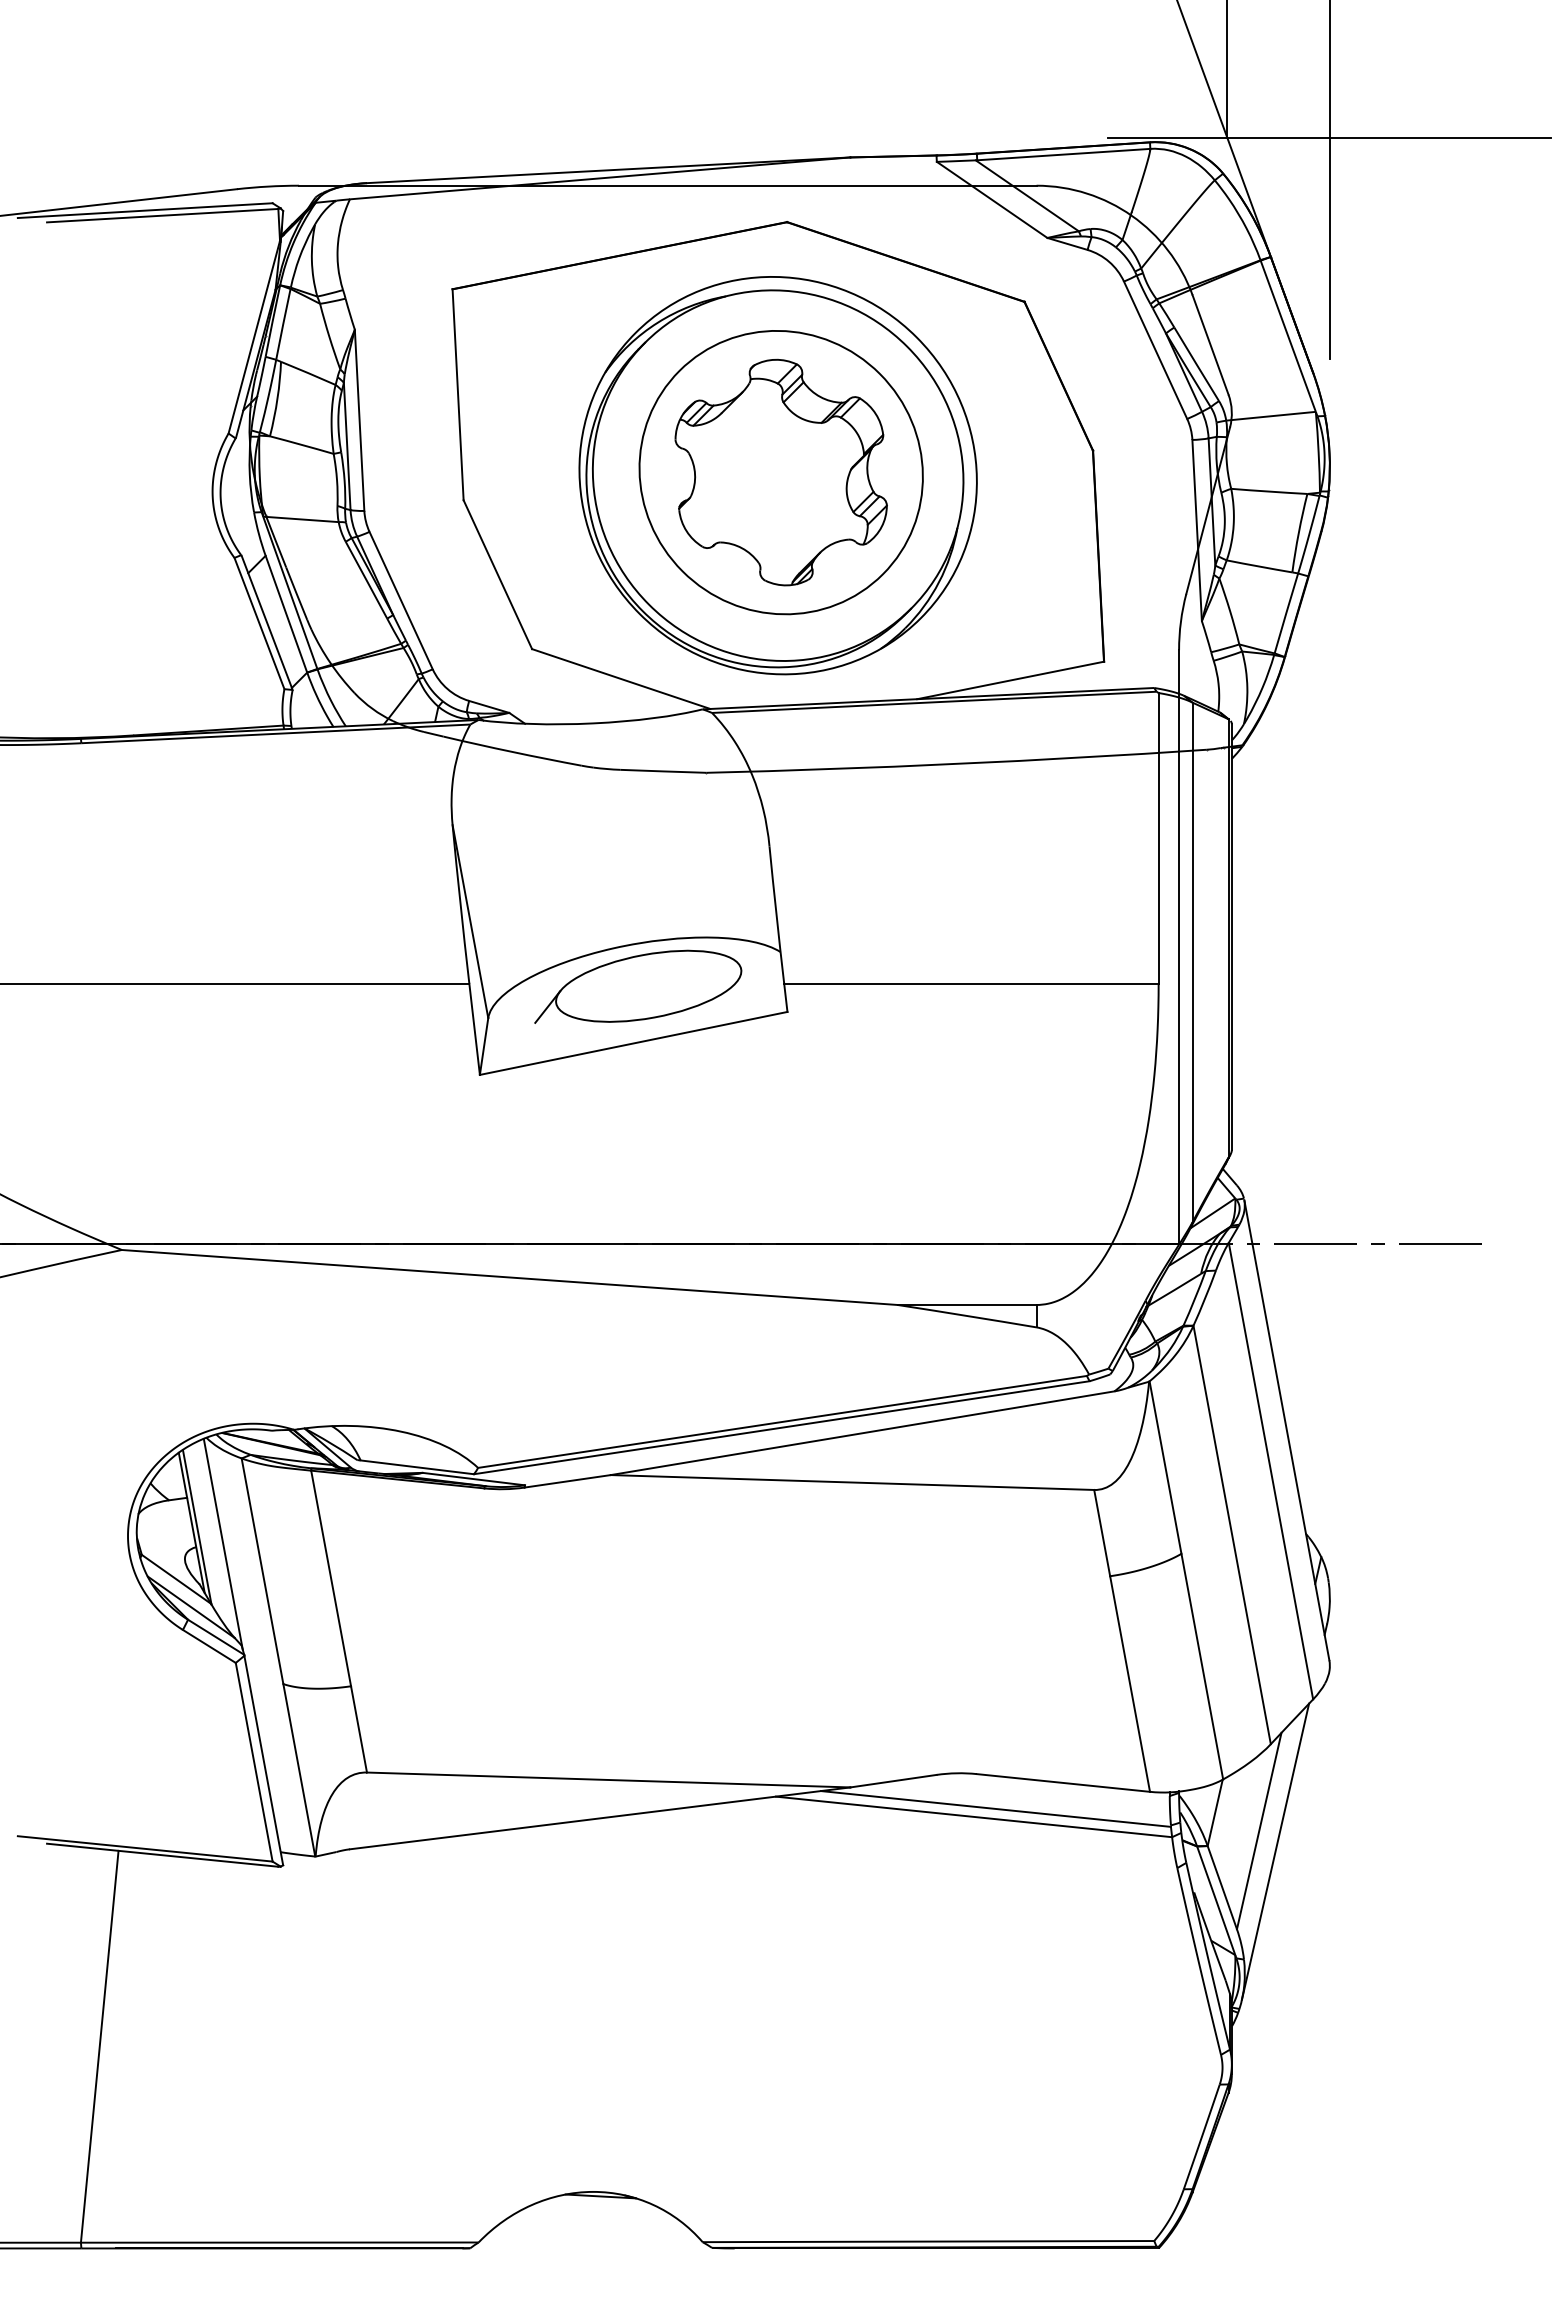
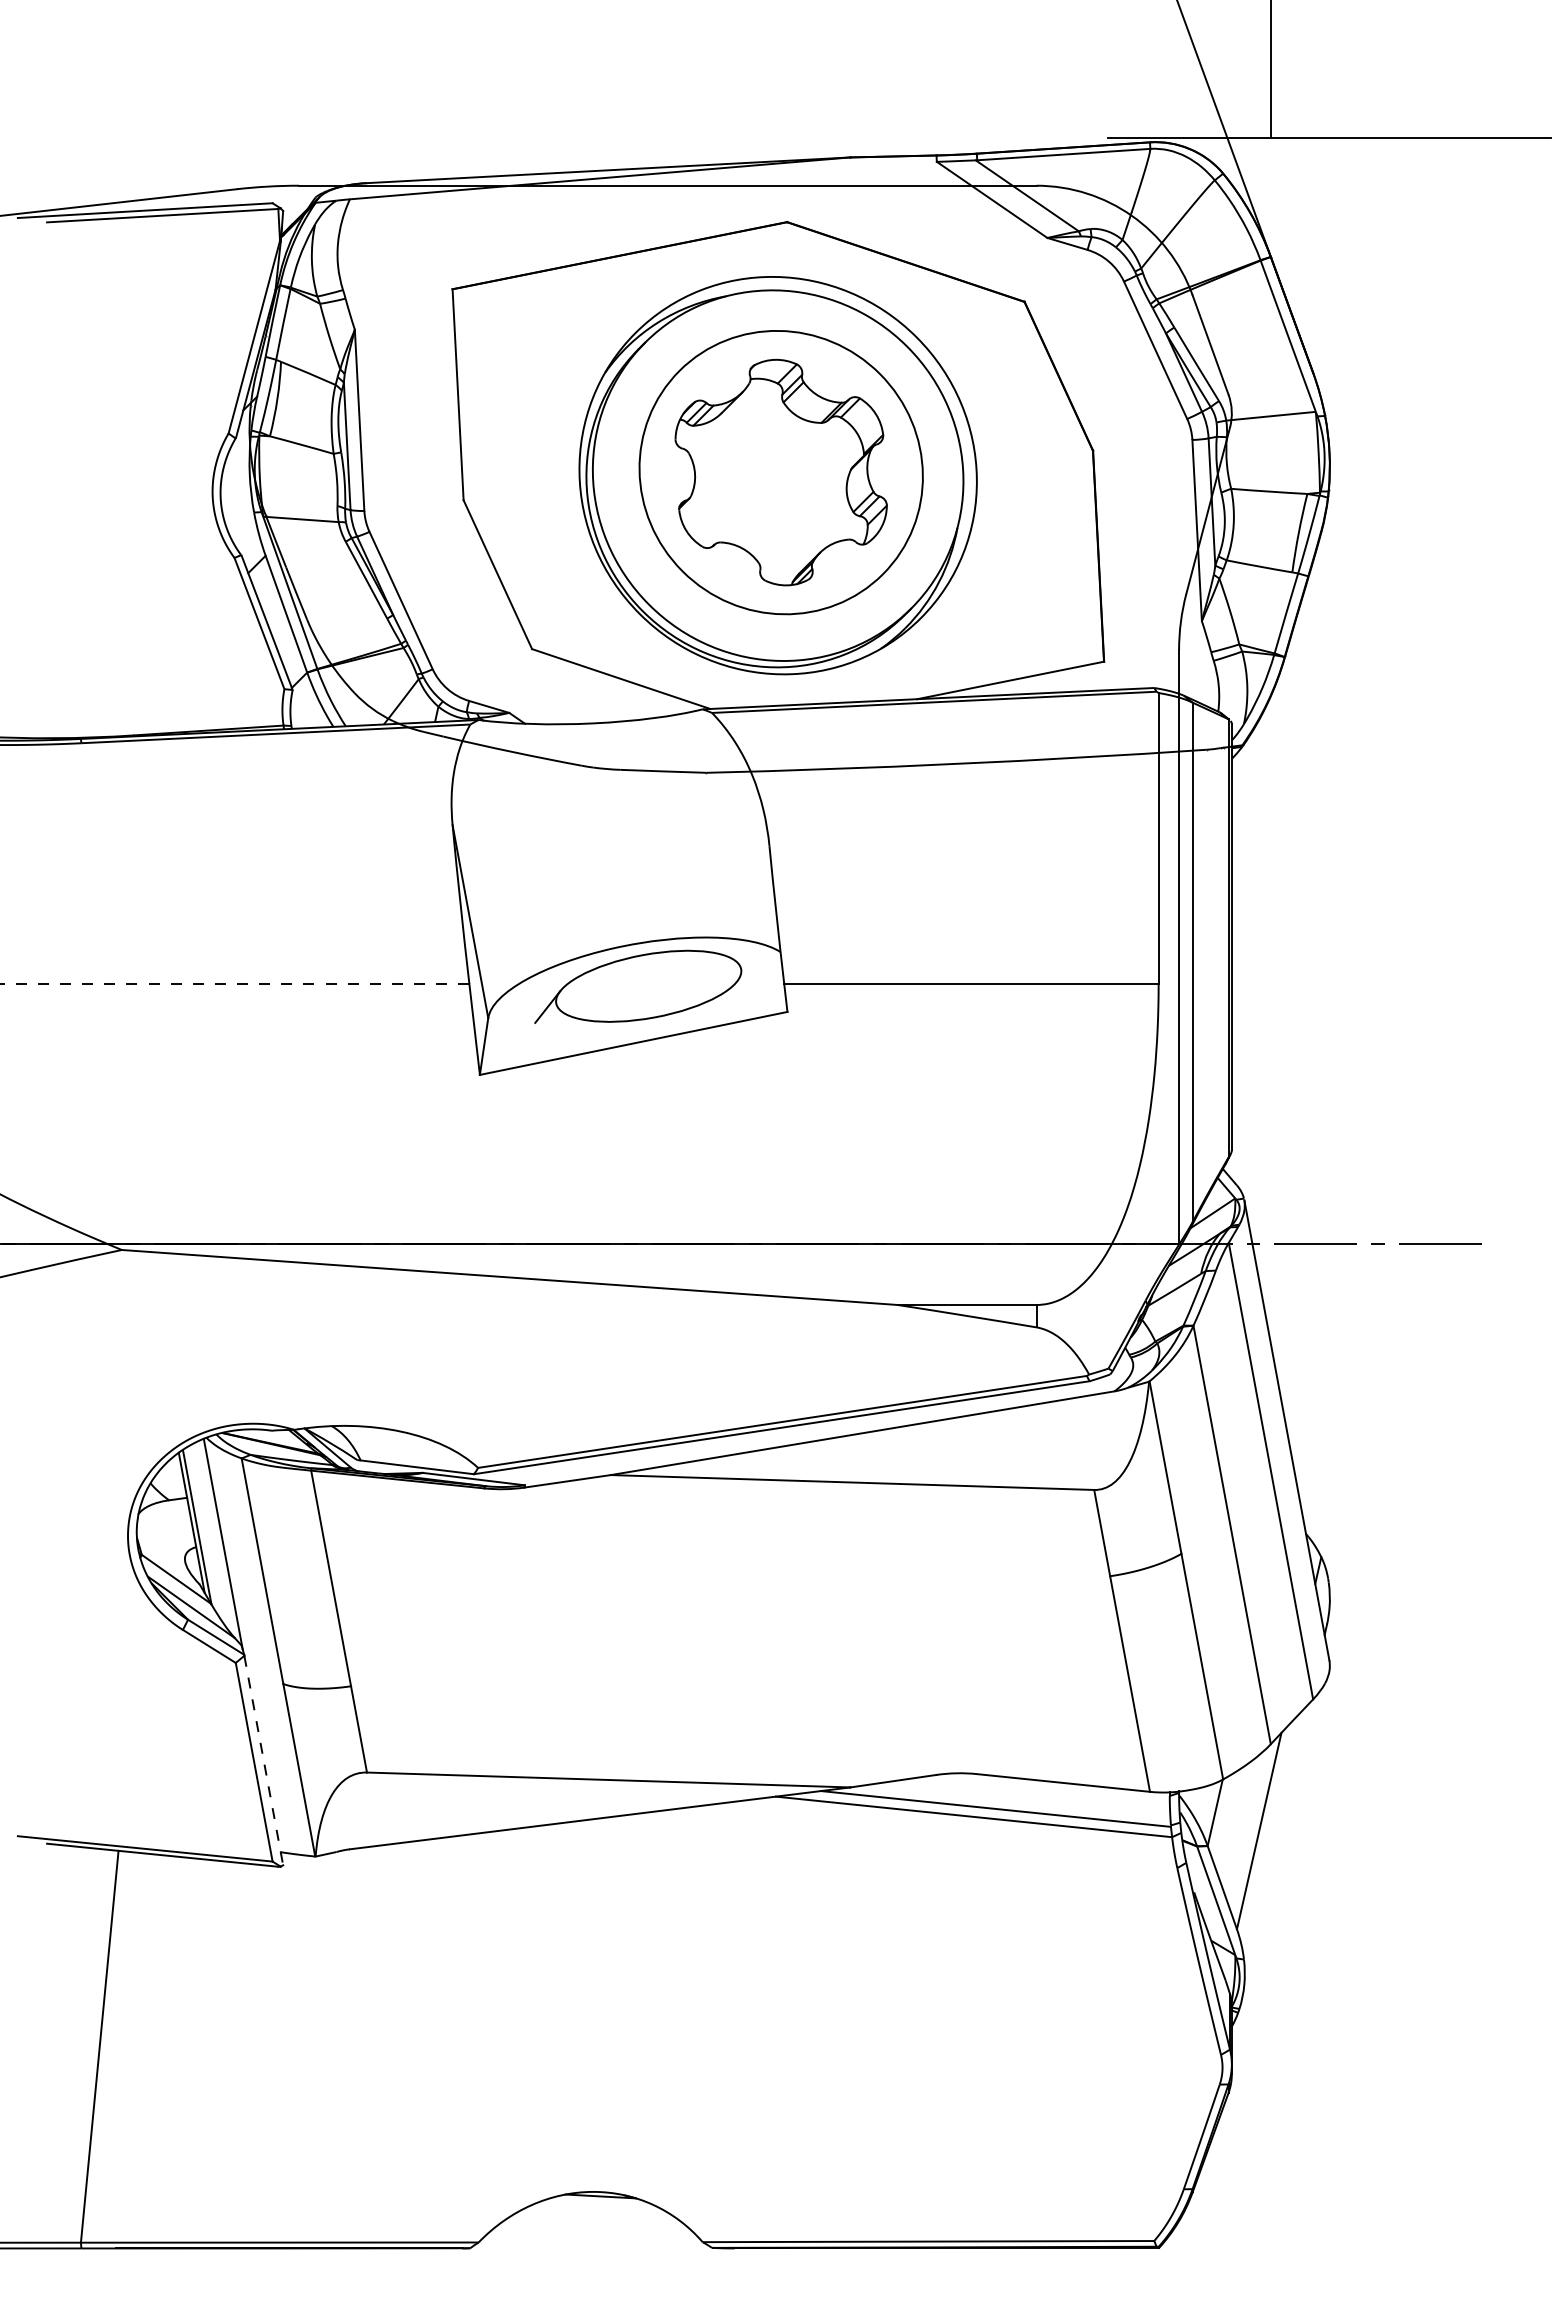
line at (1227, 69) position: (1227, 69) -> (1271, 69)
line at (1329, 180): present -> none
line at (234, 983): solid -> dashed
line at (263, 1760): solid -> dashed
line at (1275, 1851): present -> none
